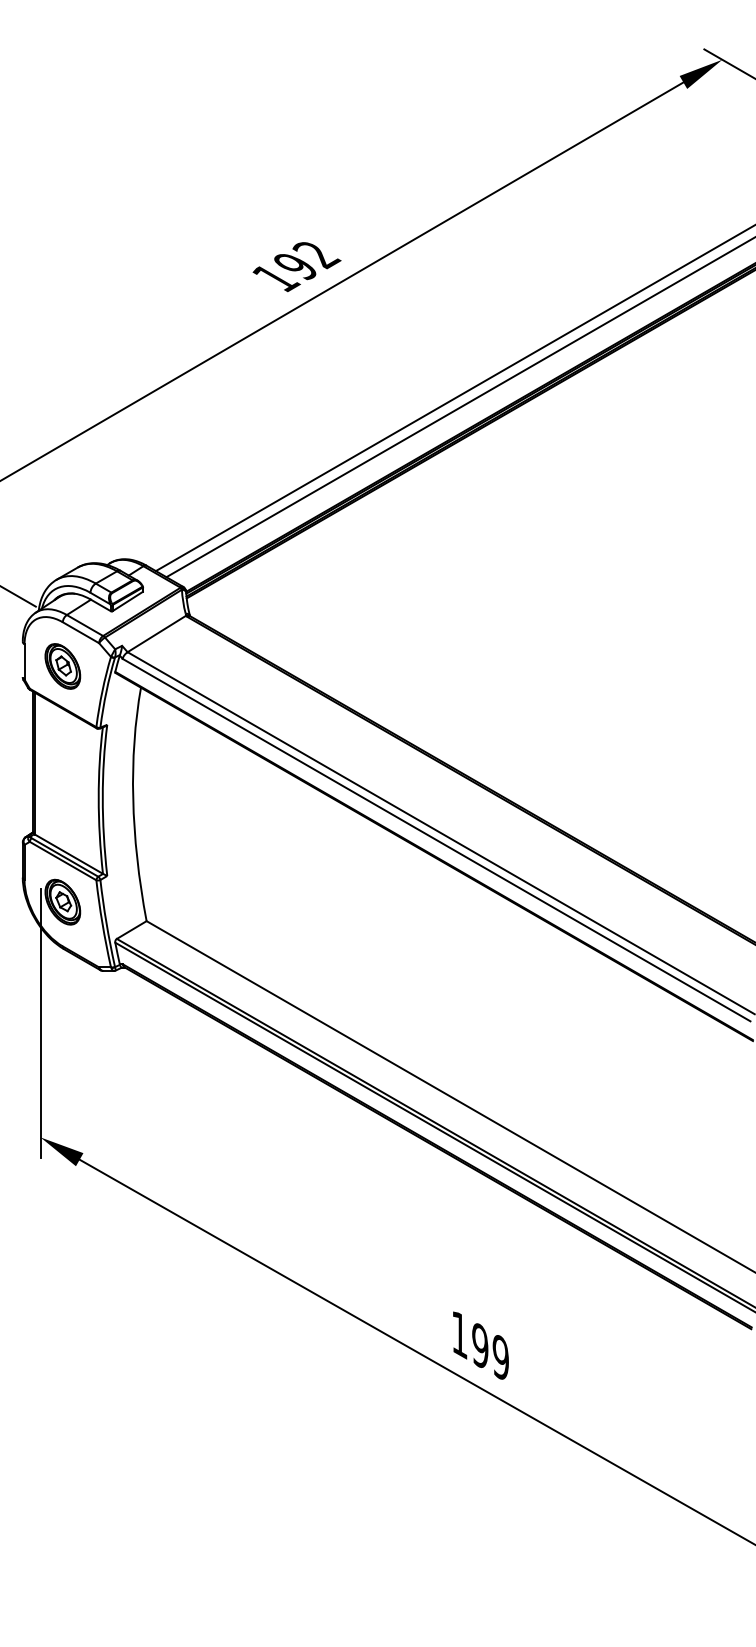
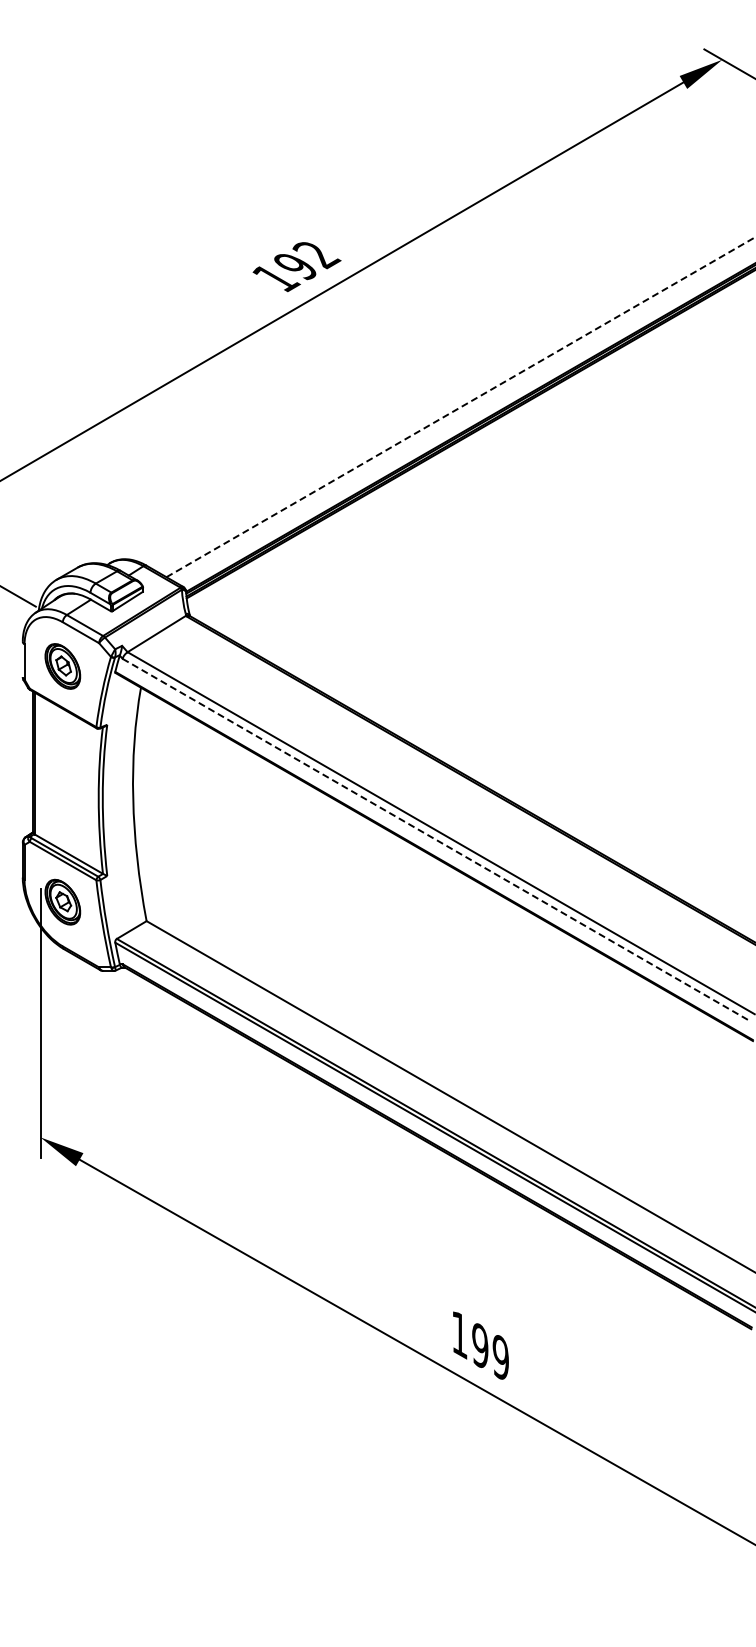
line at (453, 398): present -> none
line at (460, 407): solid -> dashed
line at (436, 840): solid -> dashed
